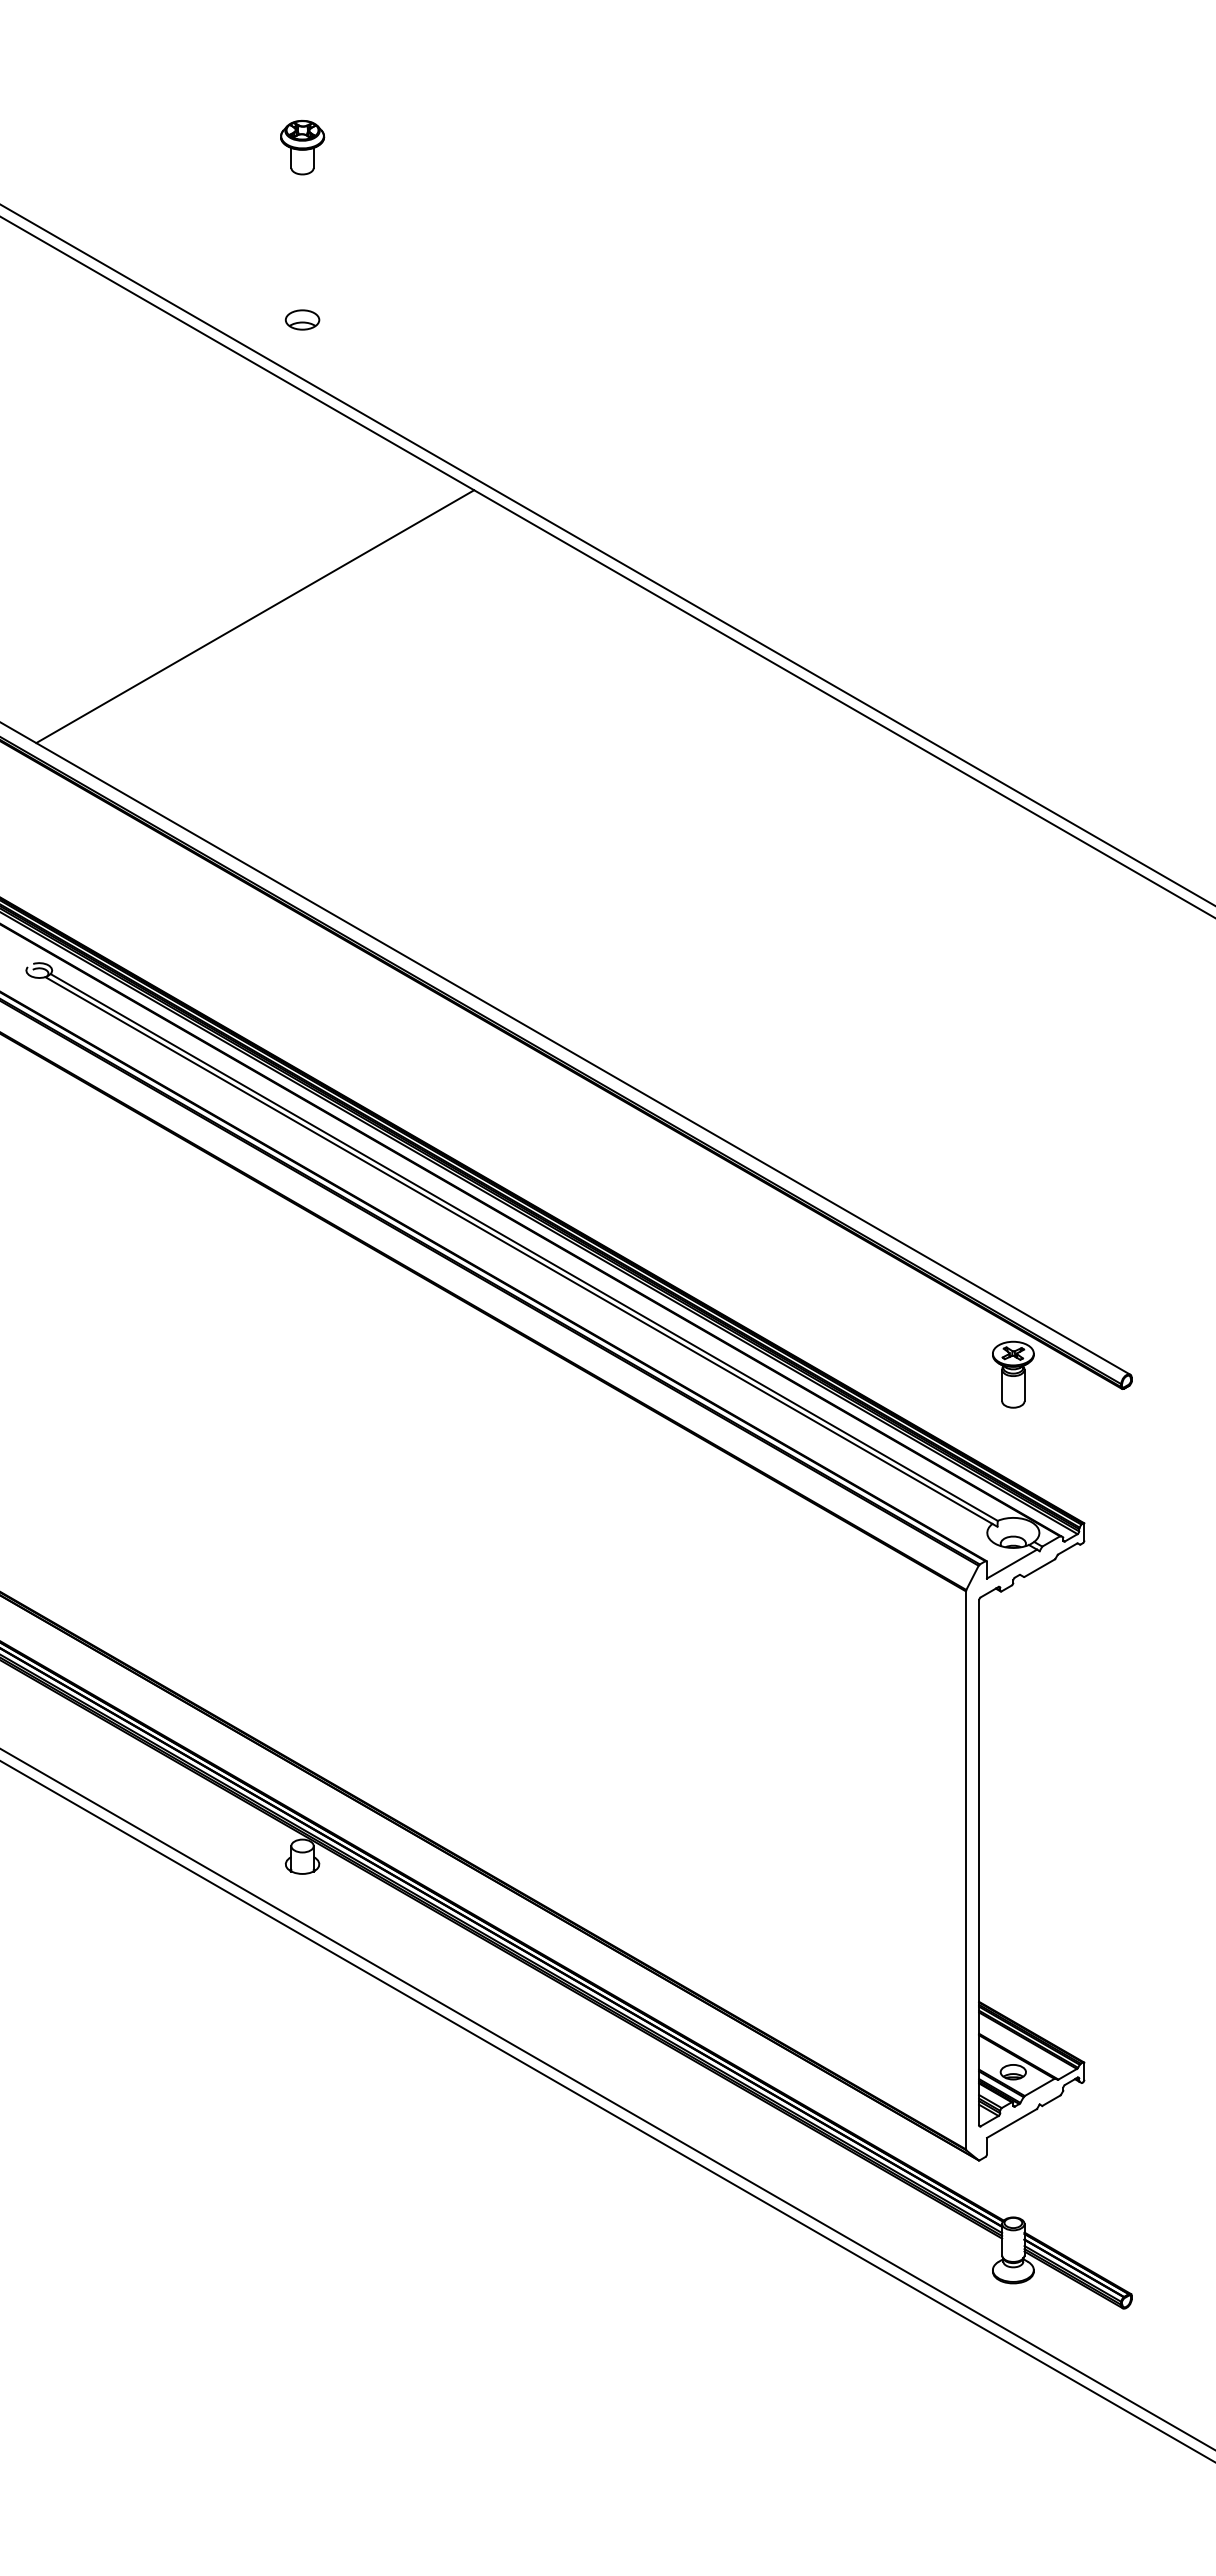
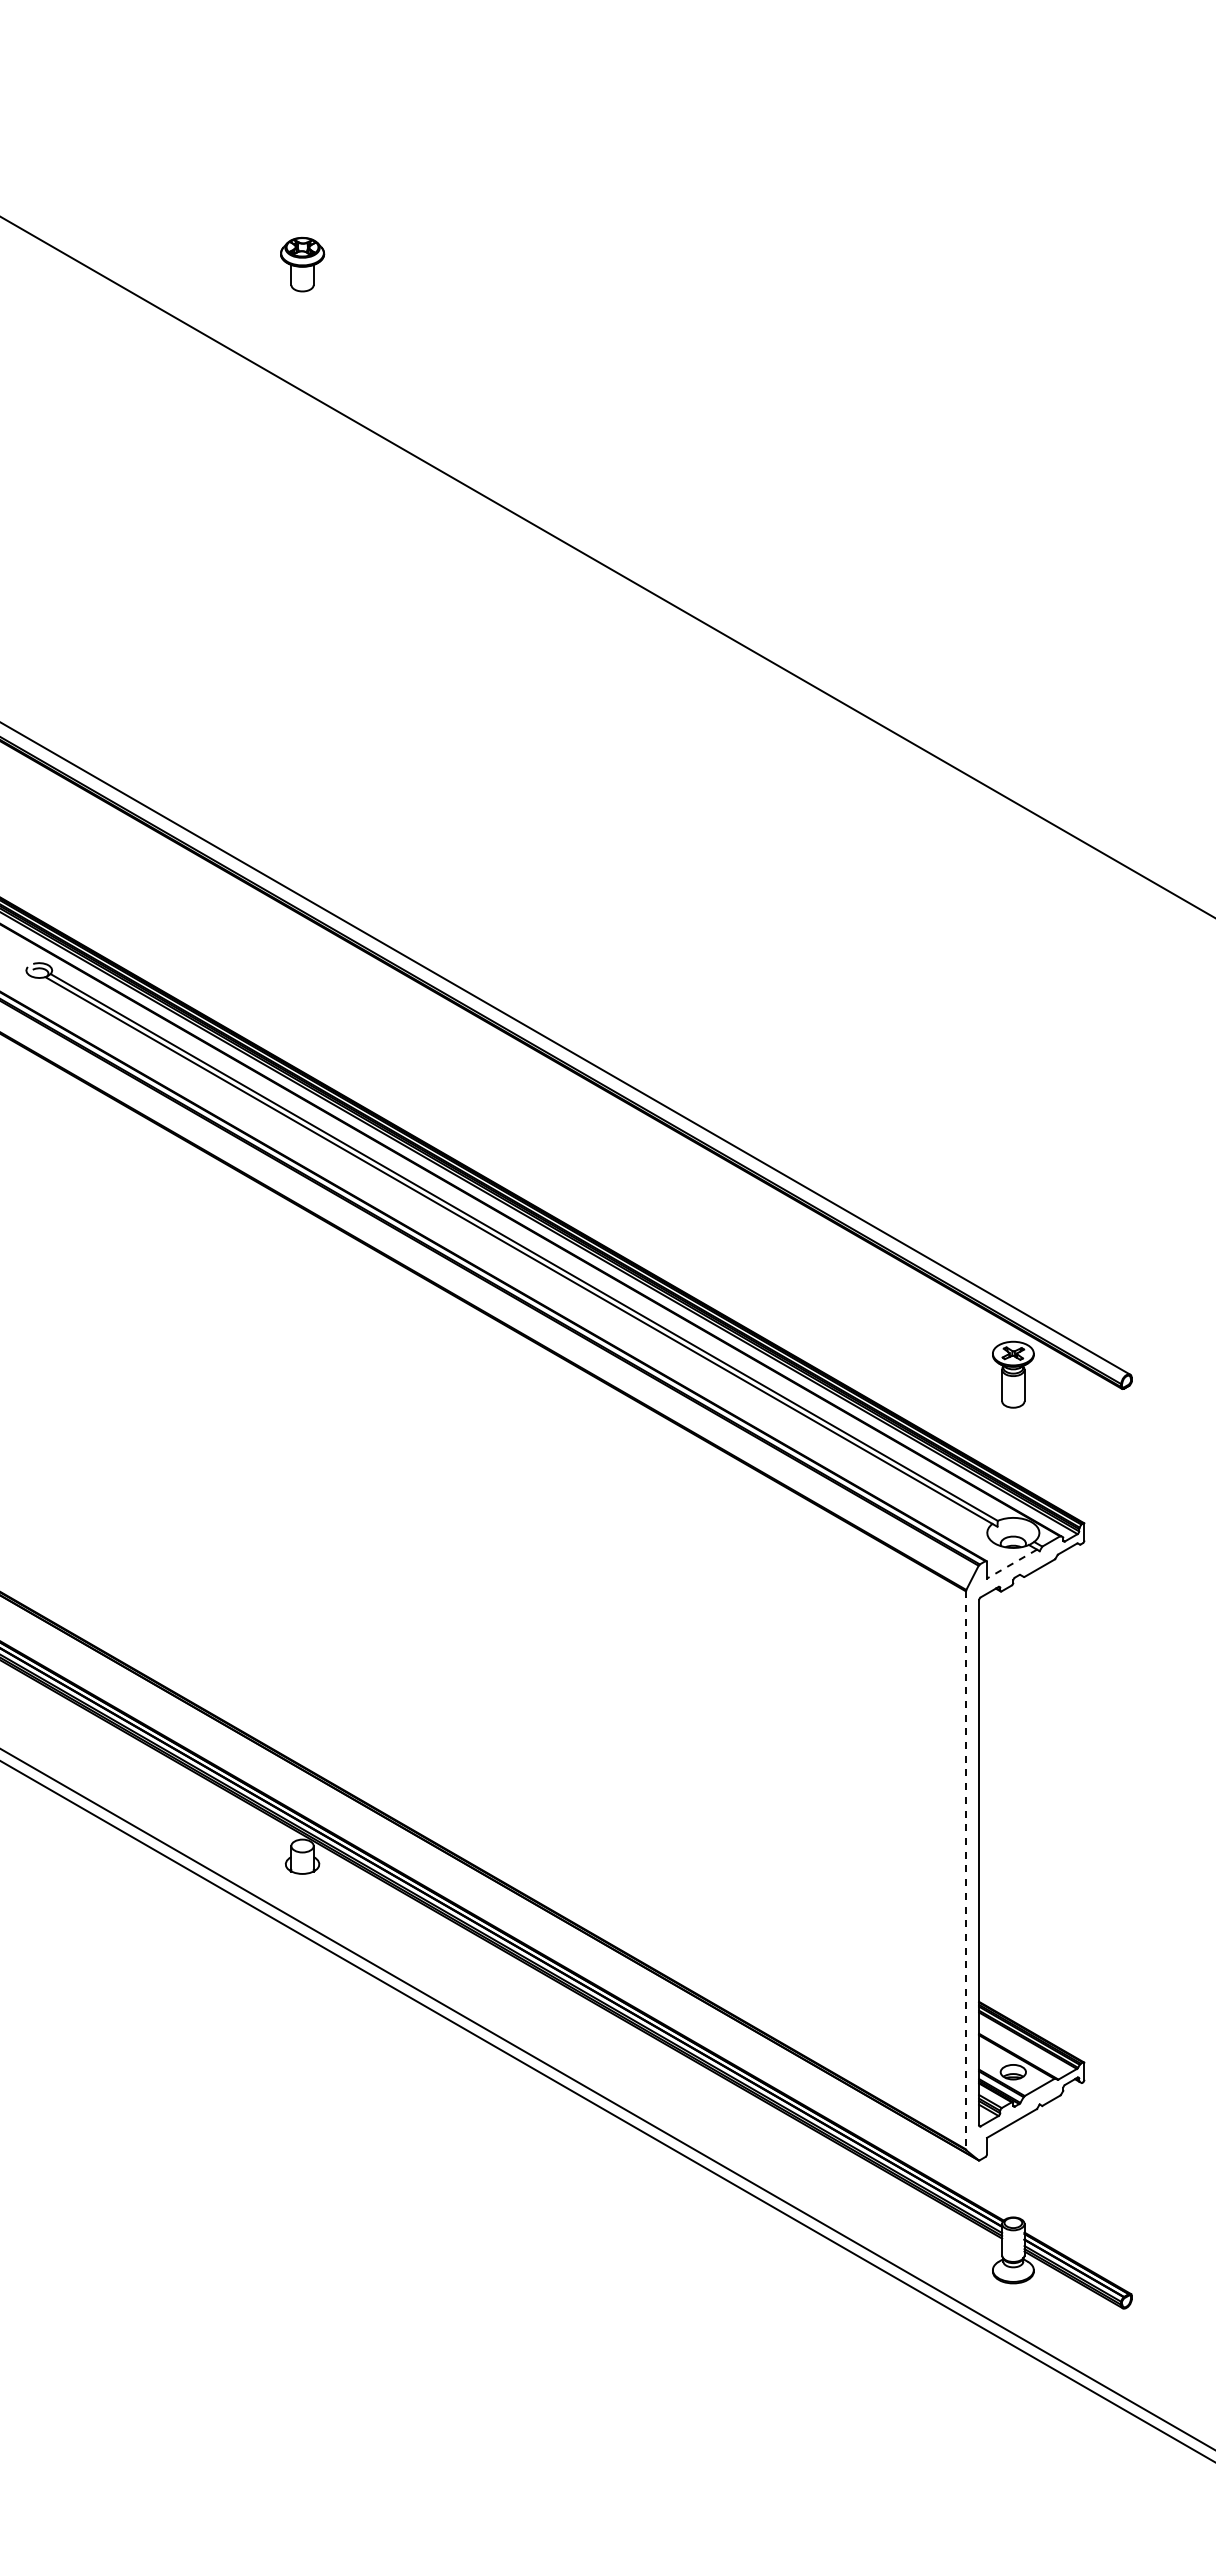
part at (302, 147) position: (302, 147) -> (302, 264)
part at (302, 319): present -> none
line at (607, 554): present -> none
line at (255, 616): present -> none
line at (1012, 1564): solid -> dashed
line at (965, 1870): solid -> dashed
